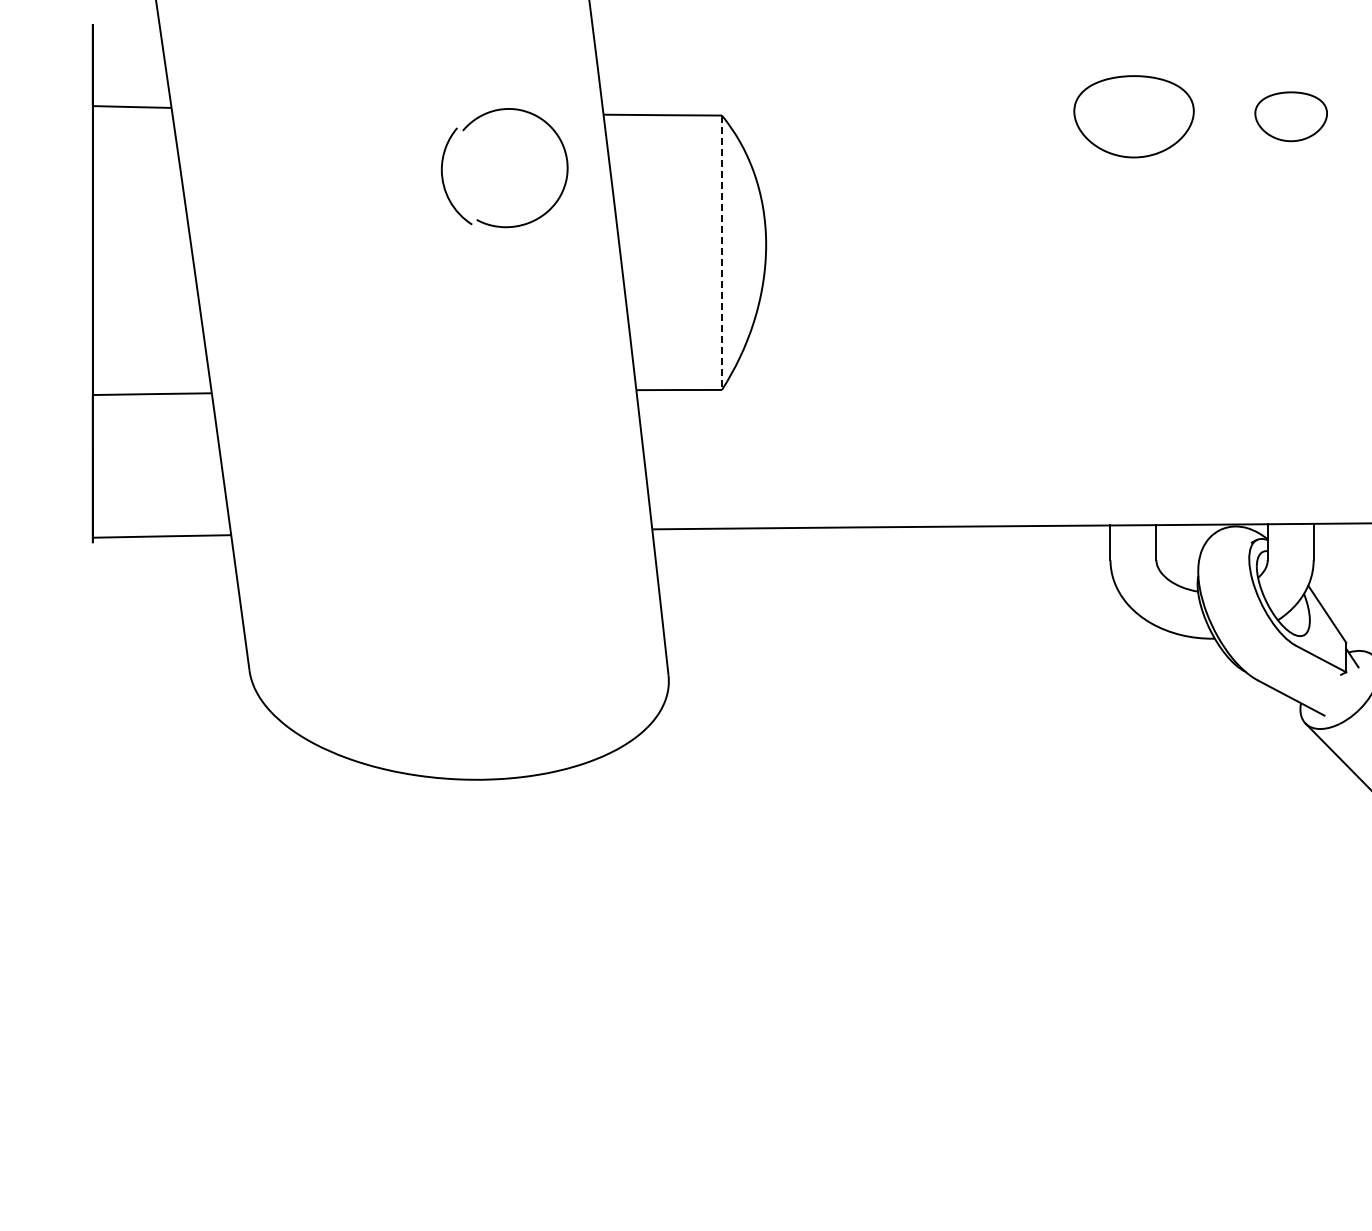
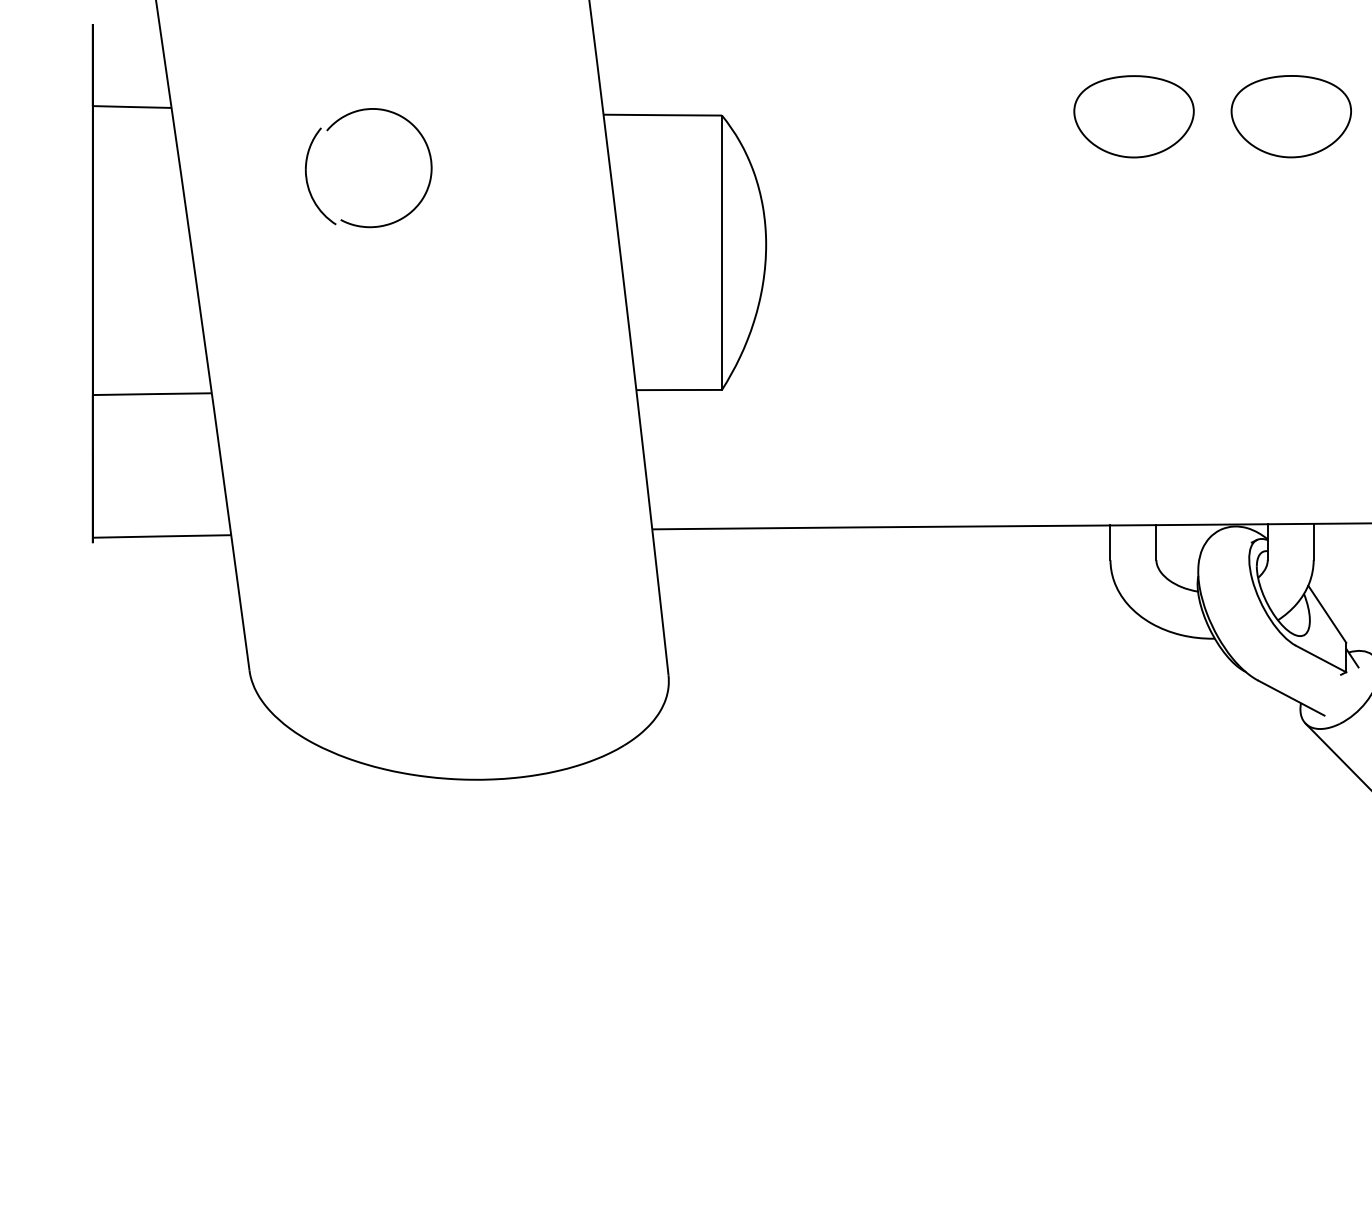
part at (1290, 116) size: 74x52 px -> 122x84 px
part at (465, 129) position: (465, 129) -> (329, 129)
line at (722, 253): dashed -> solid
